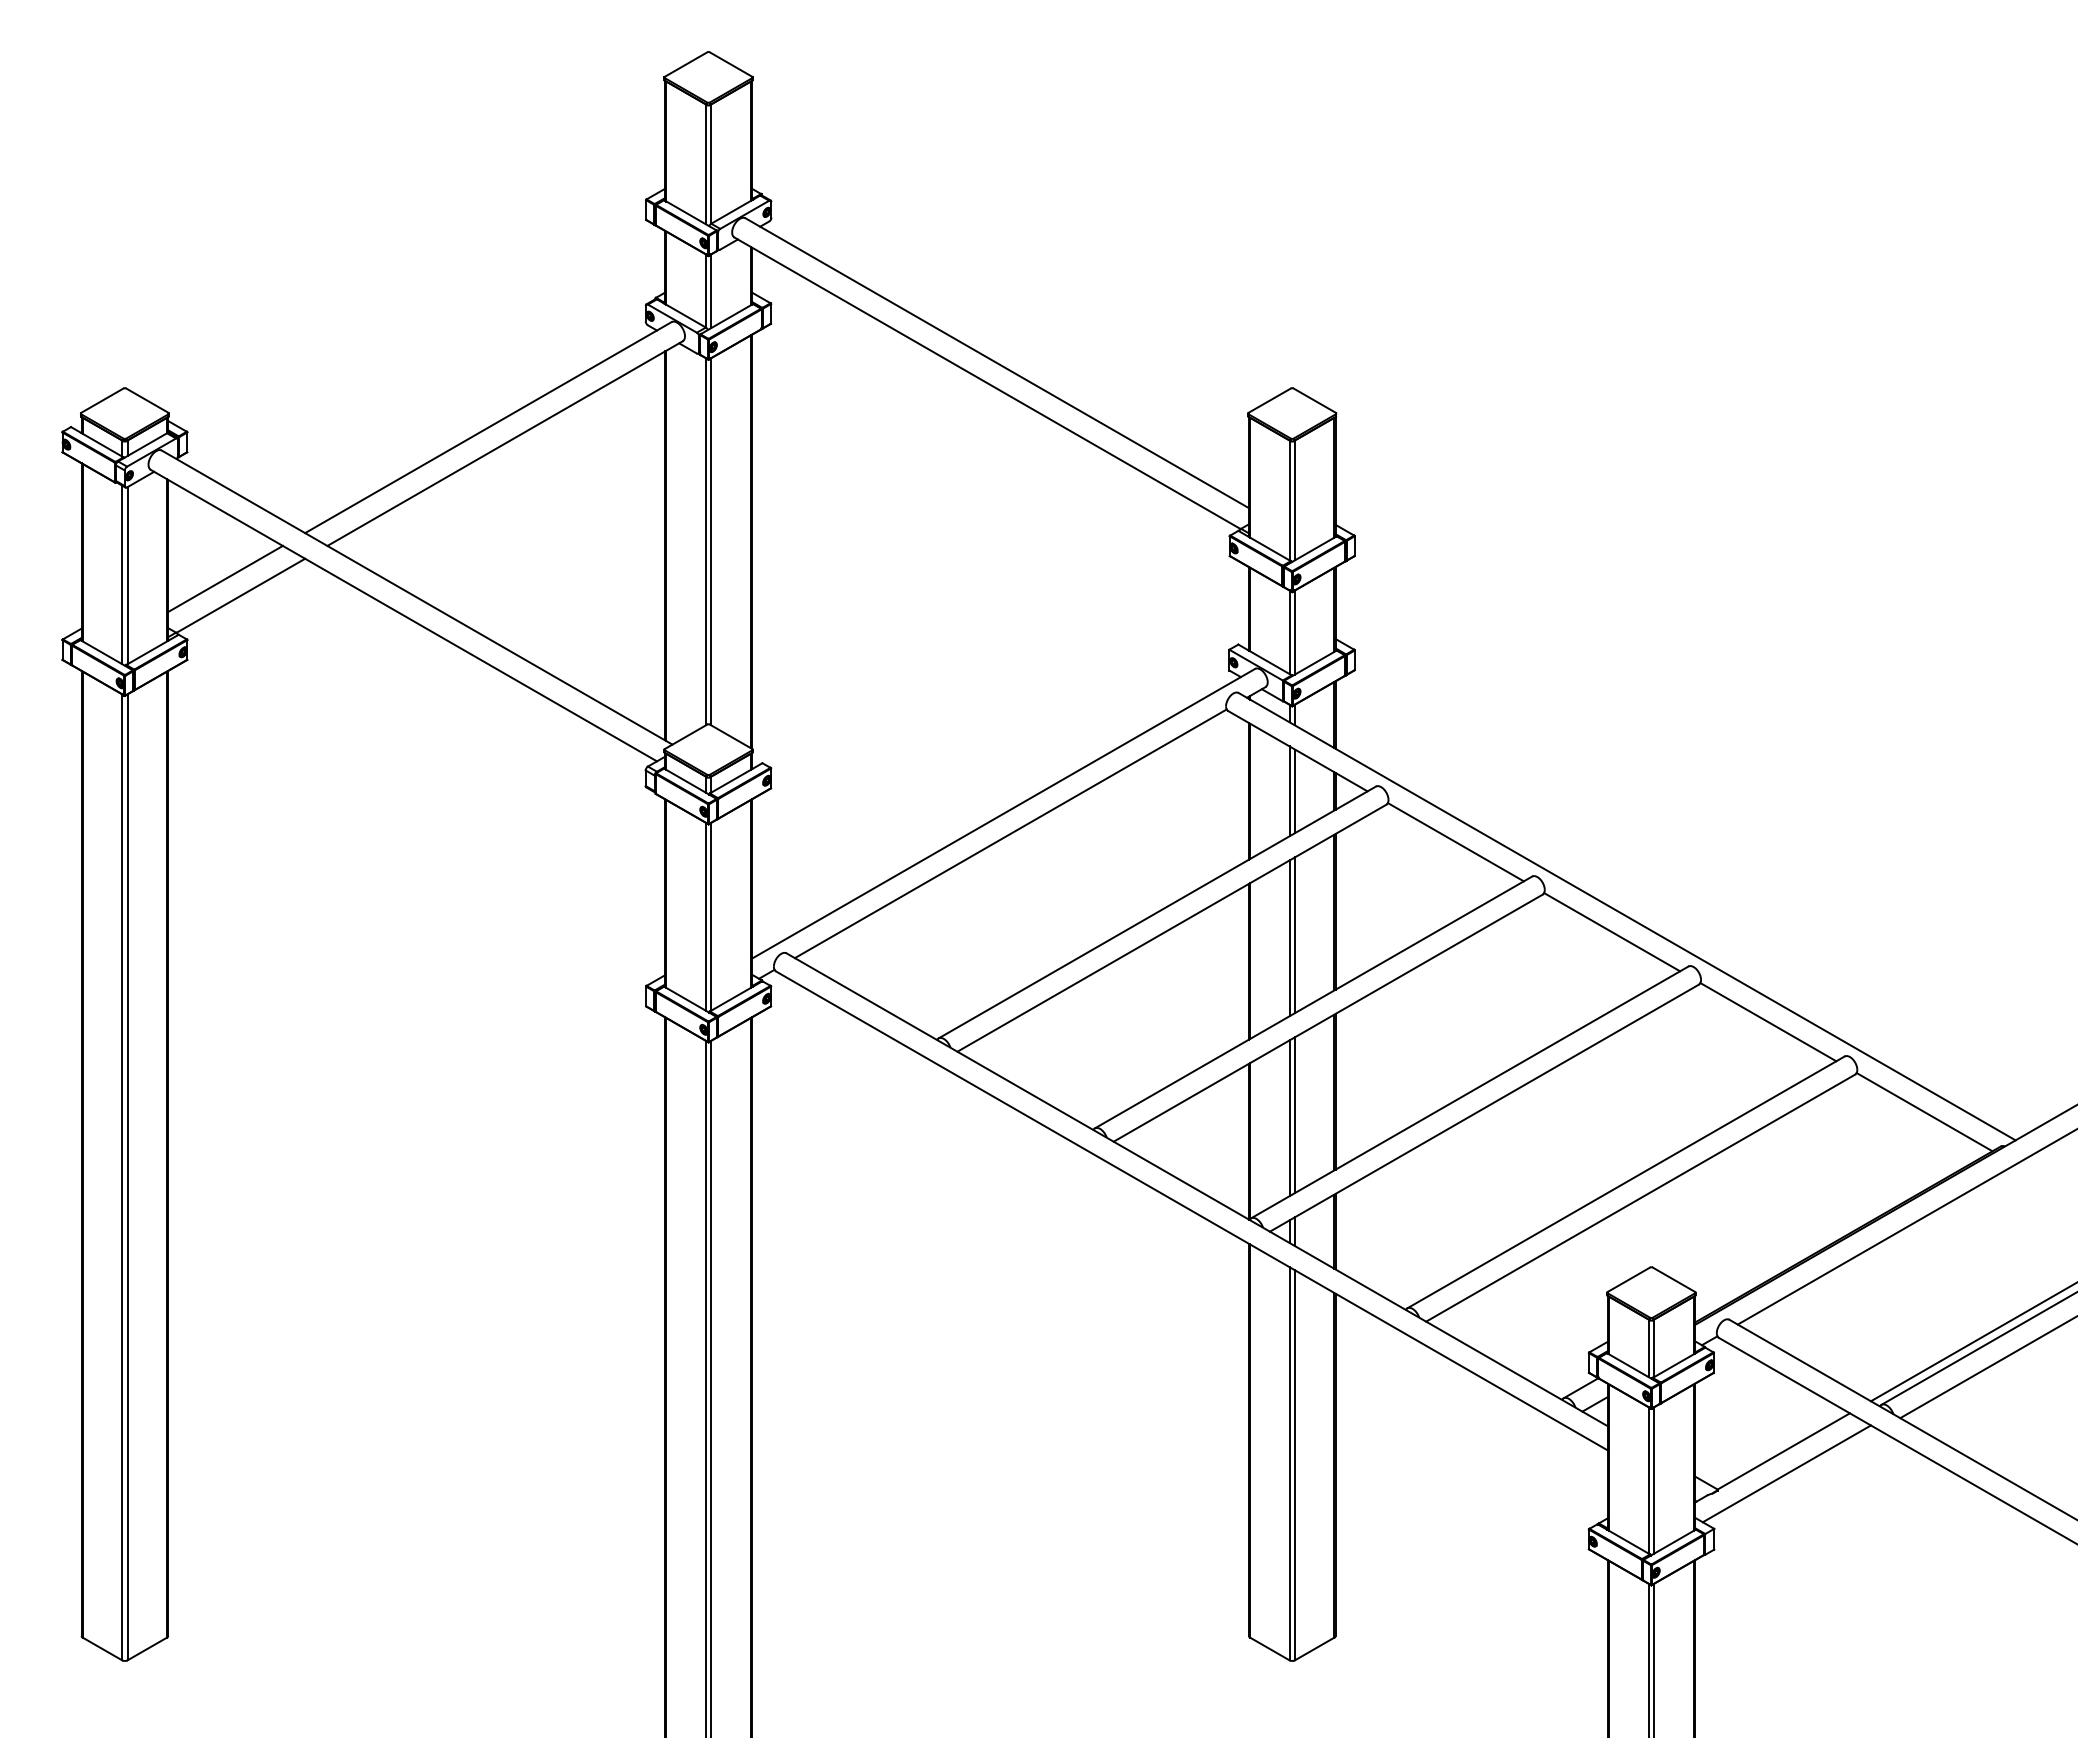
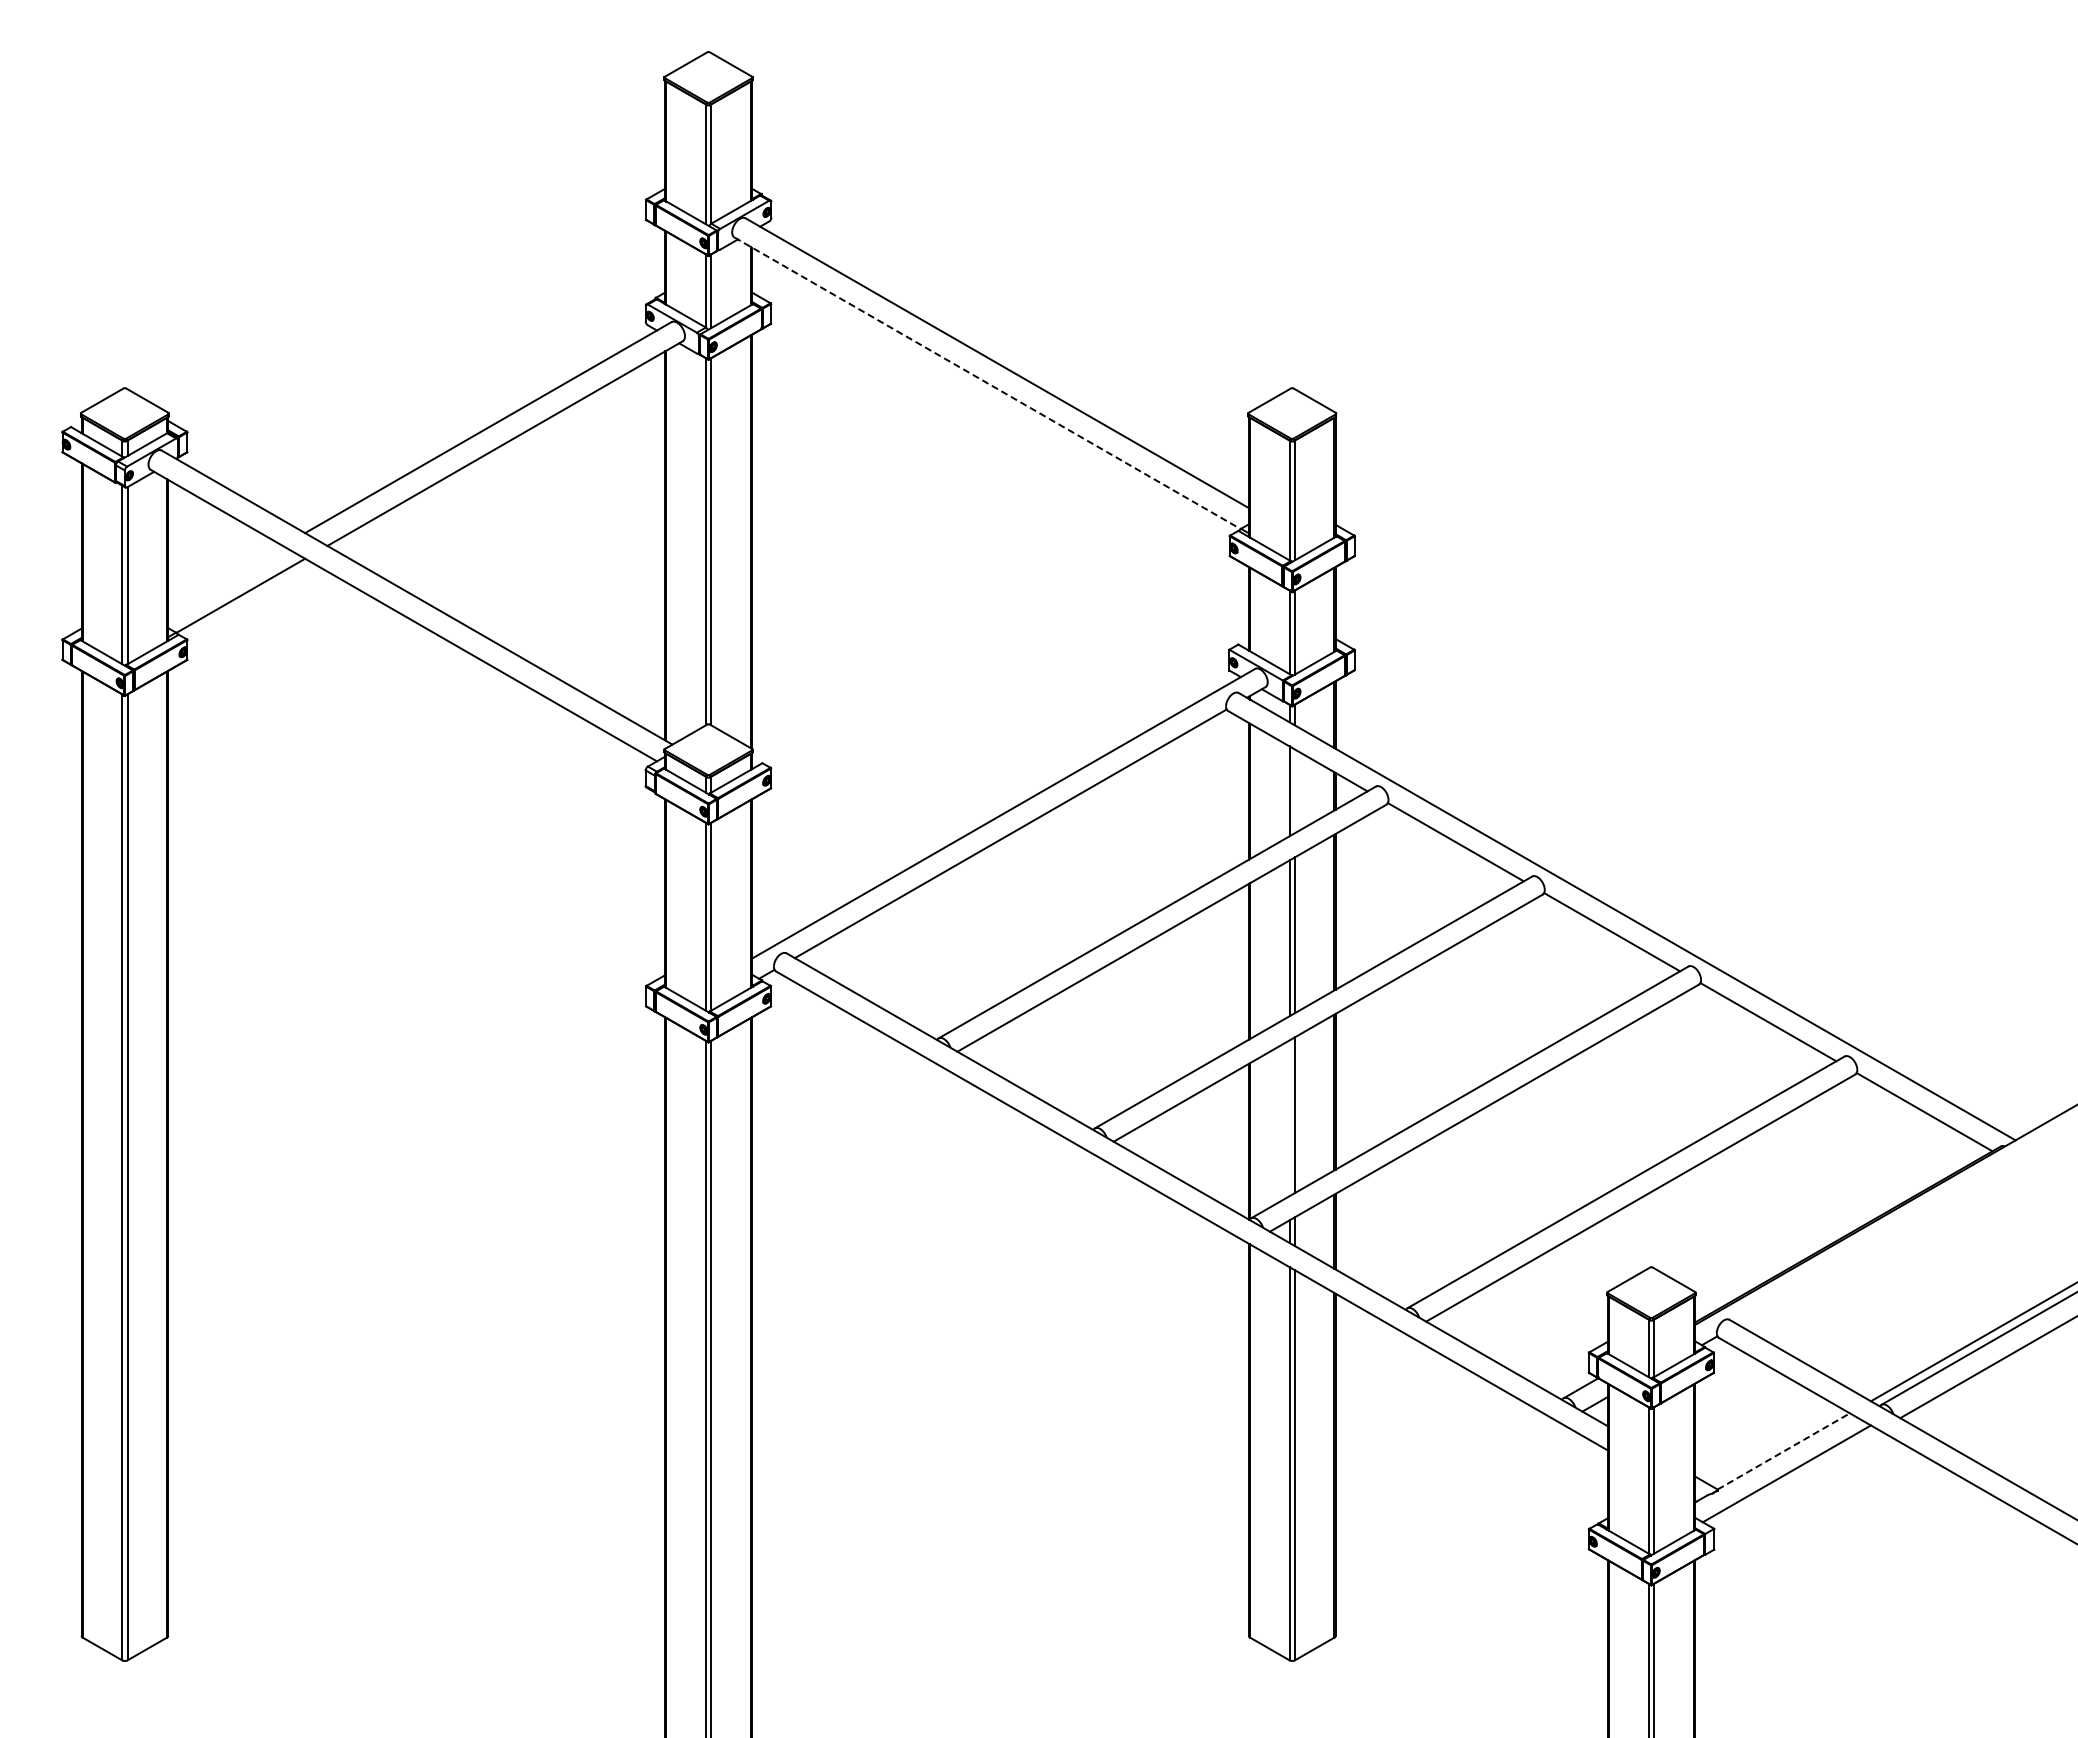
line at (988, 383): solid -> dashed
line at (225, 578): present -> none
line at (1294, 791): present -> none
line at (1289, 1118): present -> none
line at (1905, 1227): present -> none
line at (1784, 1451): solid -> dashed
